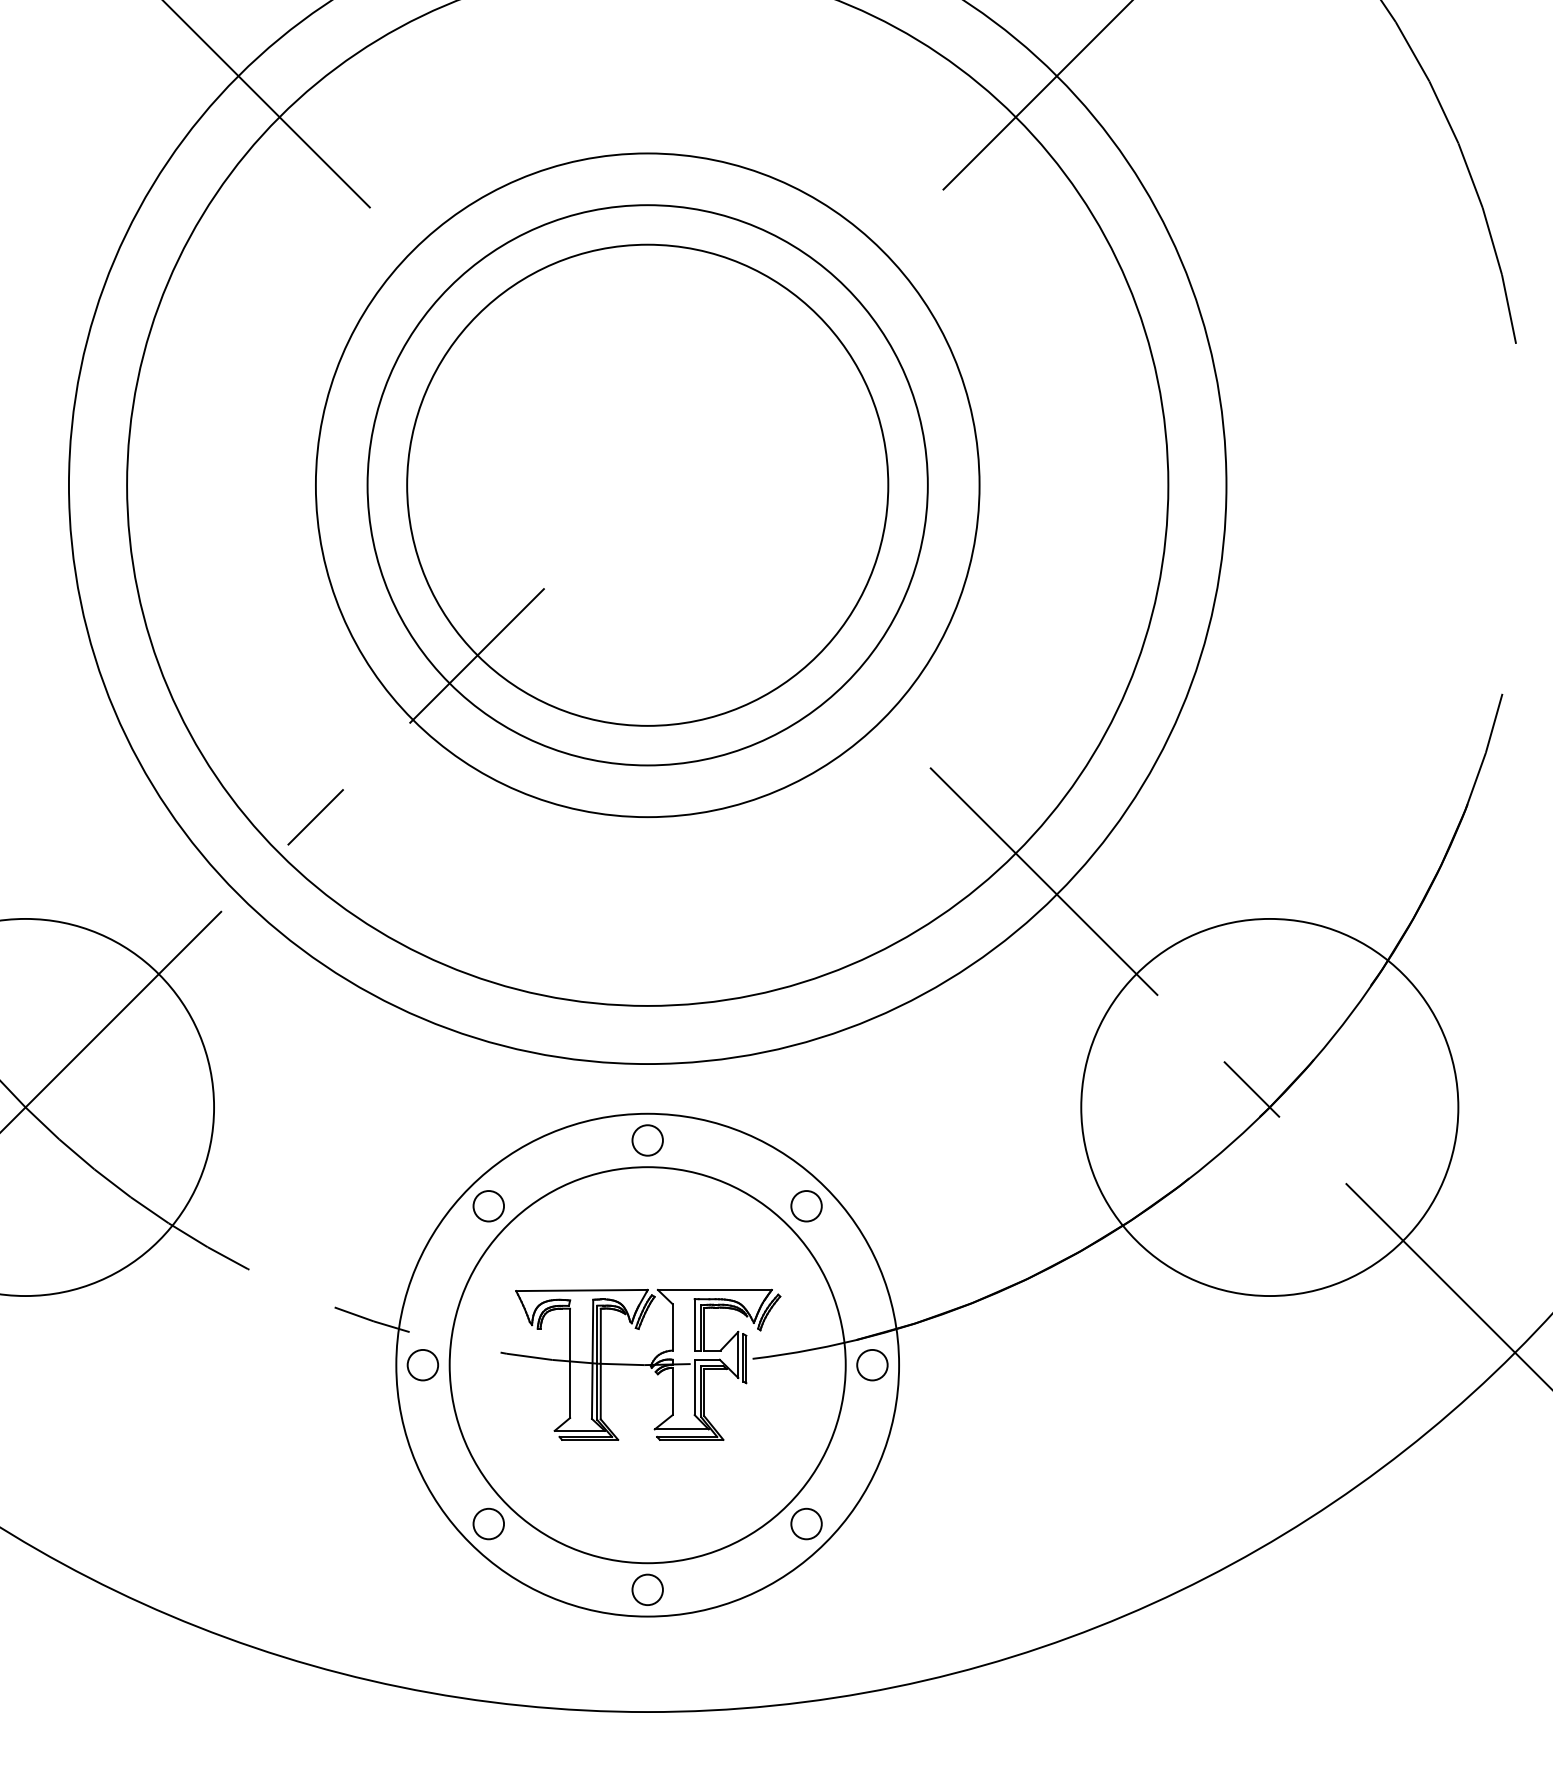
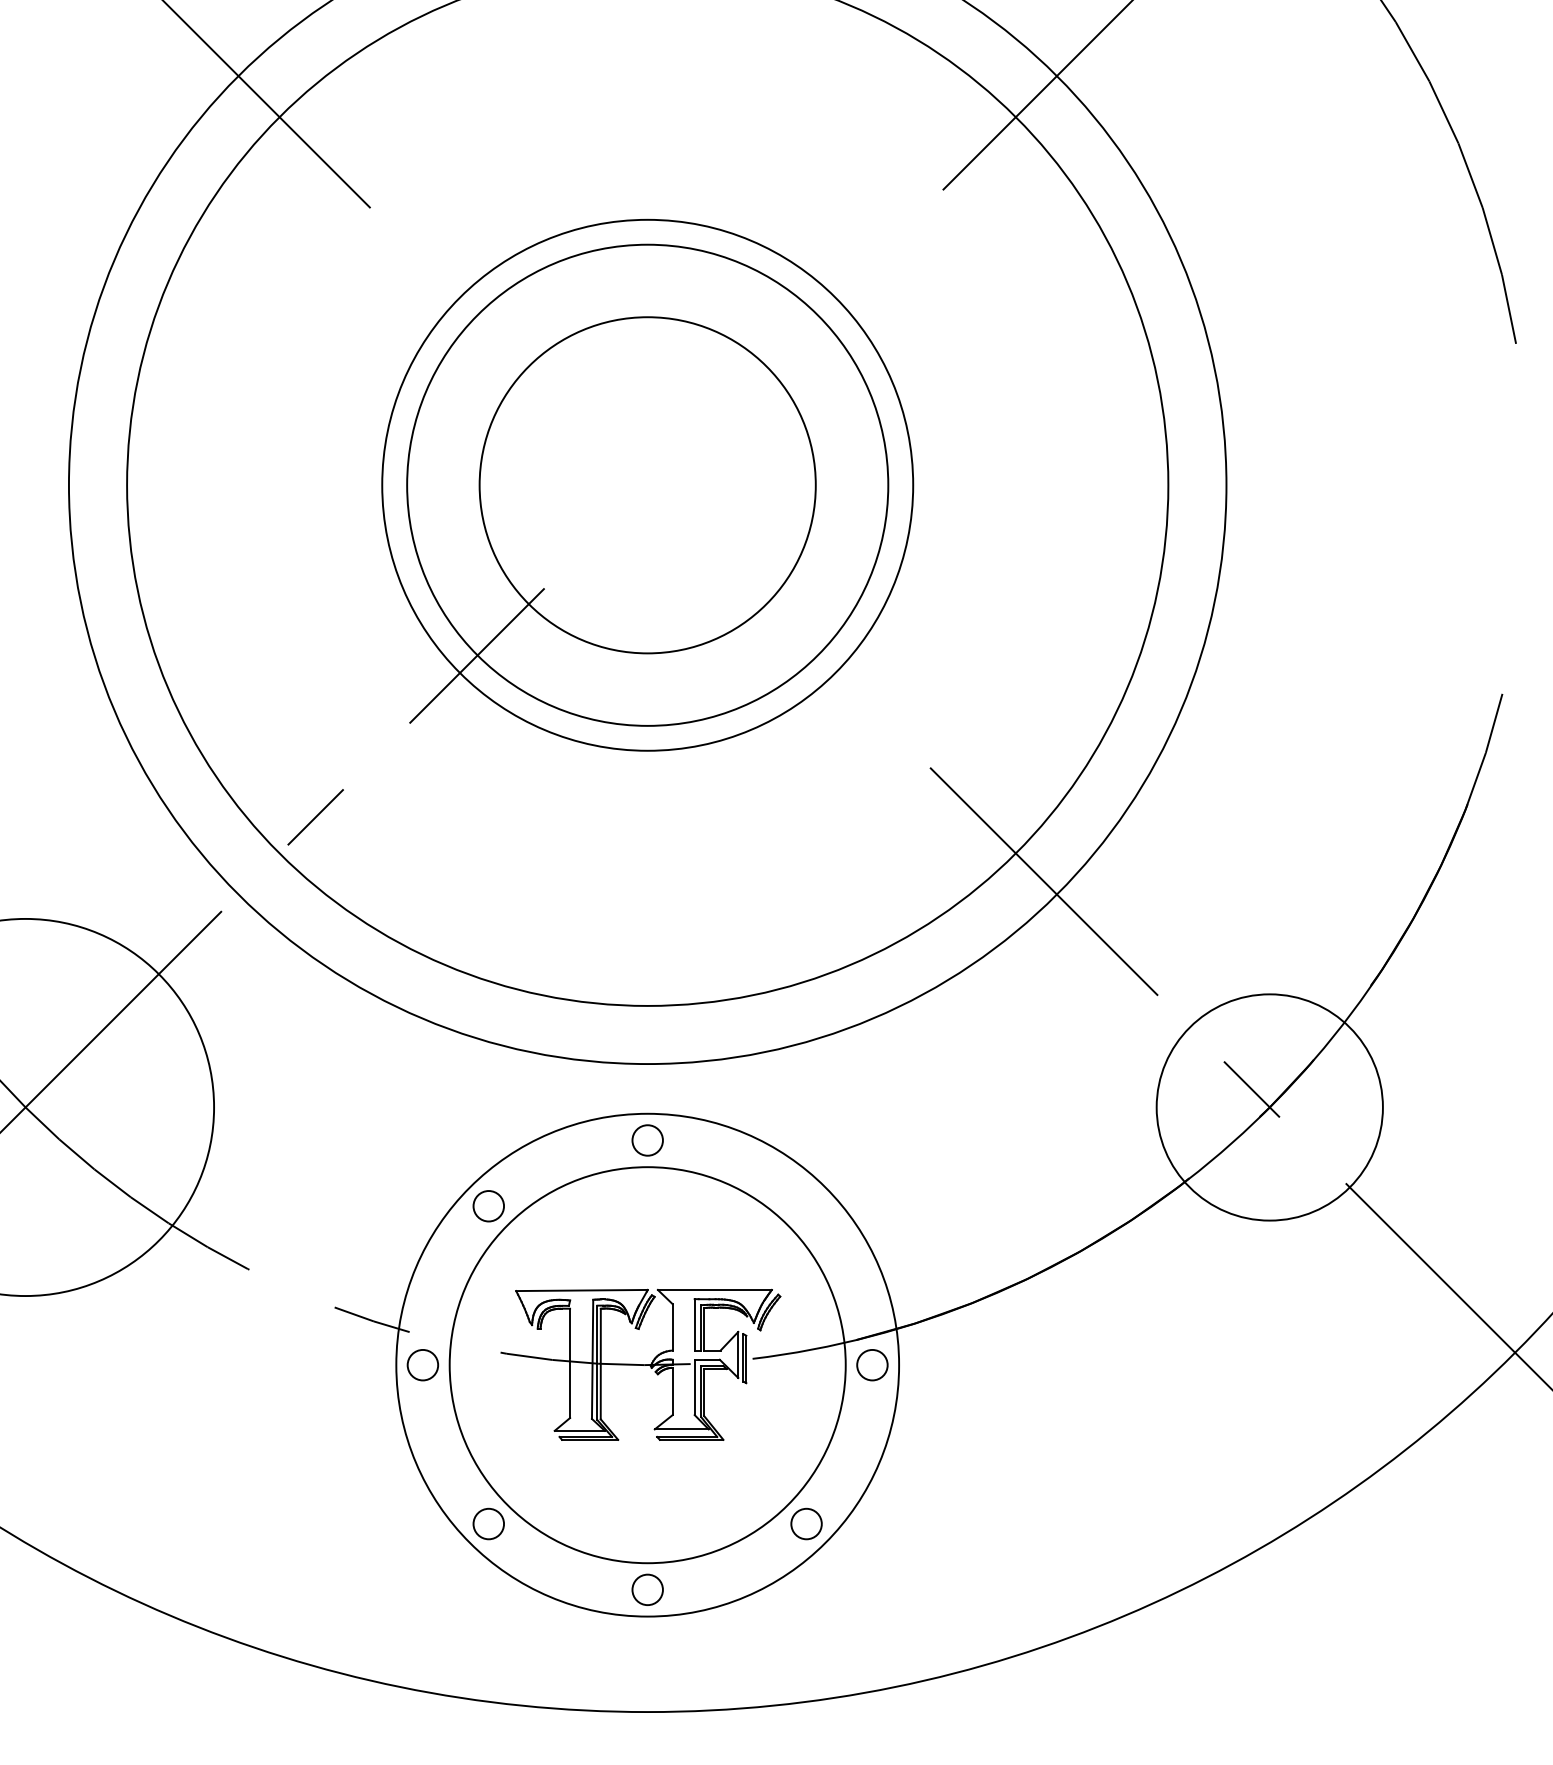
circle at (647, 485) diameter: 560 px -> 336 px
circle at (647, 485) diameter: 664 px -> 531 px
circle at (1269, 1107) diameter: 377 px -> 226 px
circle at (806, 1206): present -> none
